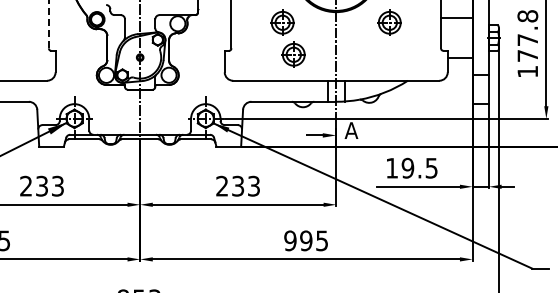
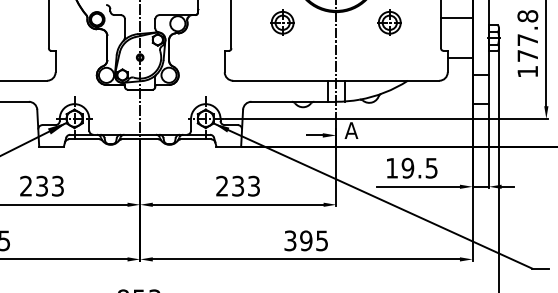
line at (48, 23): dashed -> solid
part at (293, 54): present -> none
text at (290, 240): 995 -> 395
